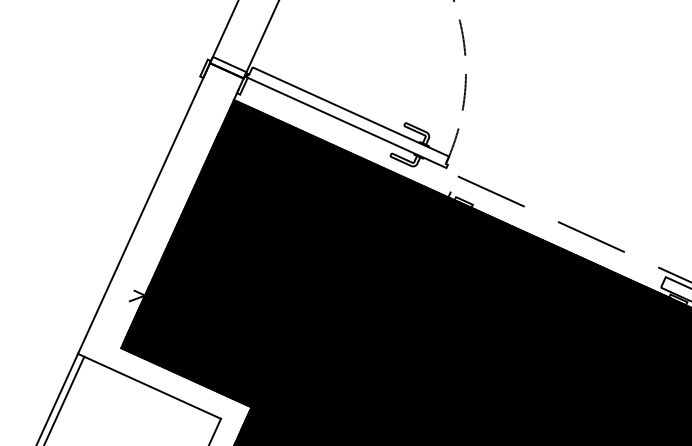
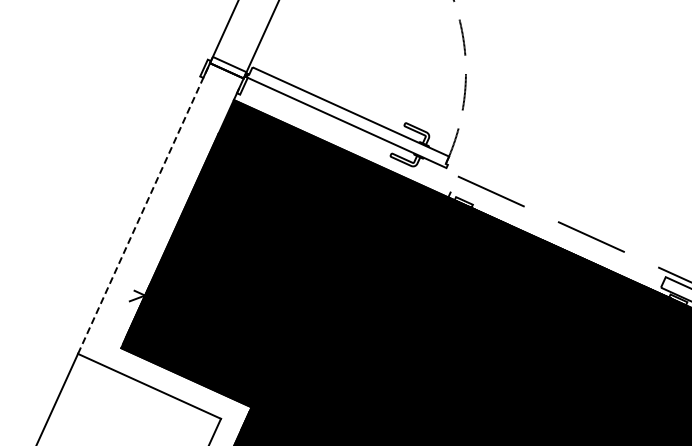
line at (144, 208): solid -> dashed
line at (64, 399): present -> none
